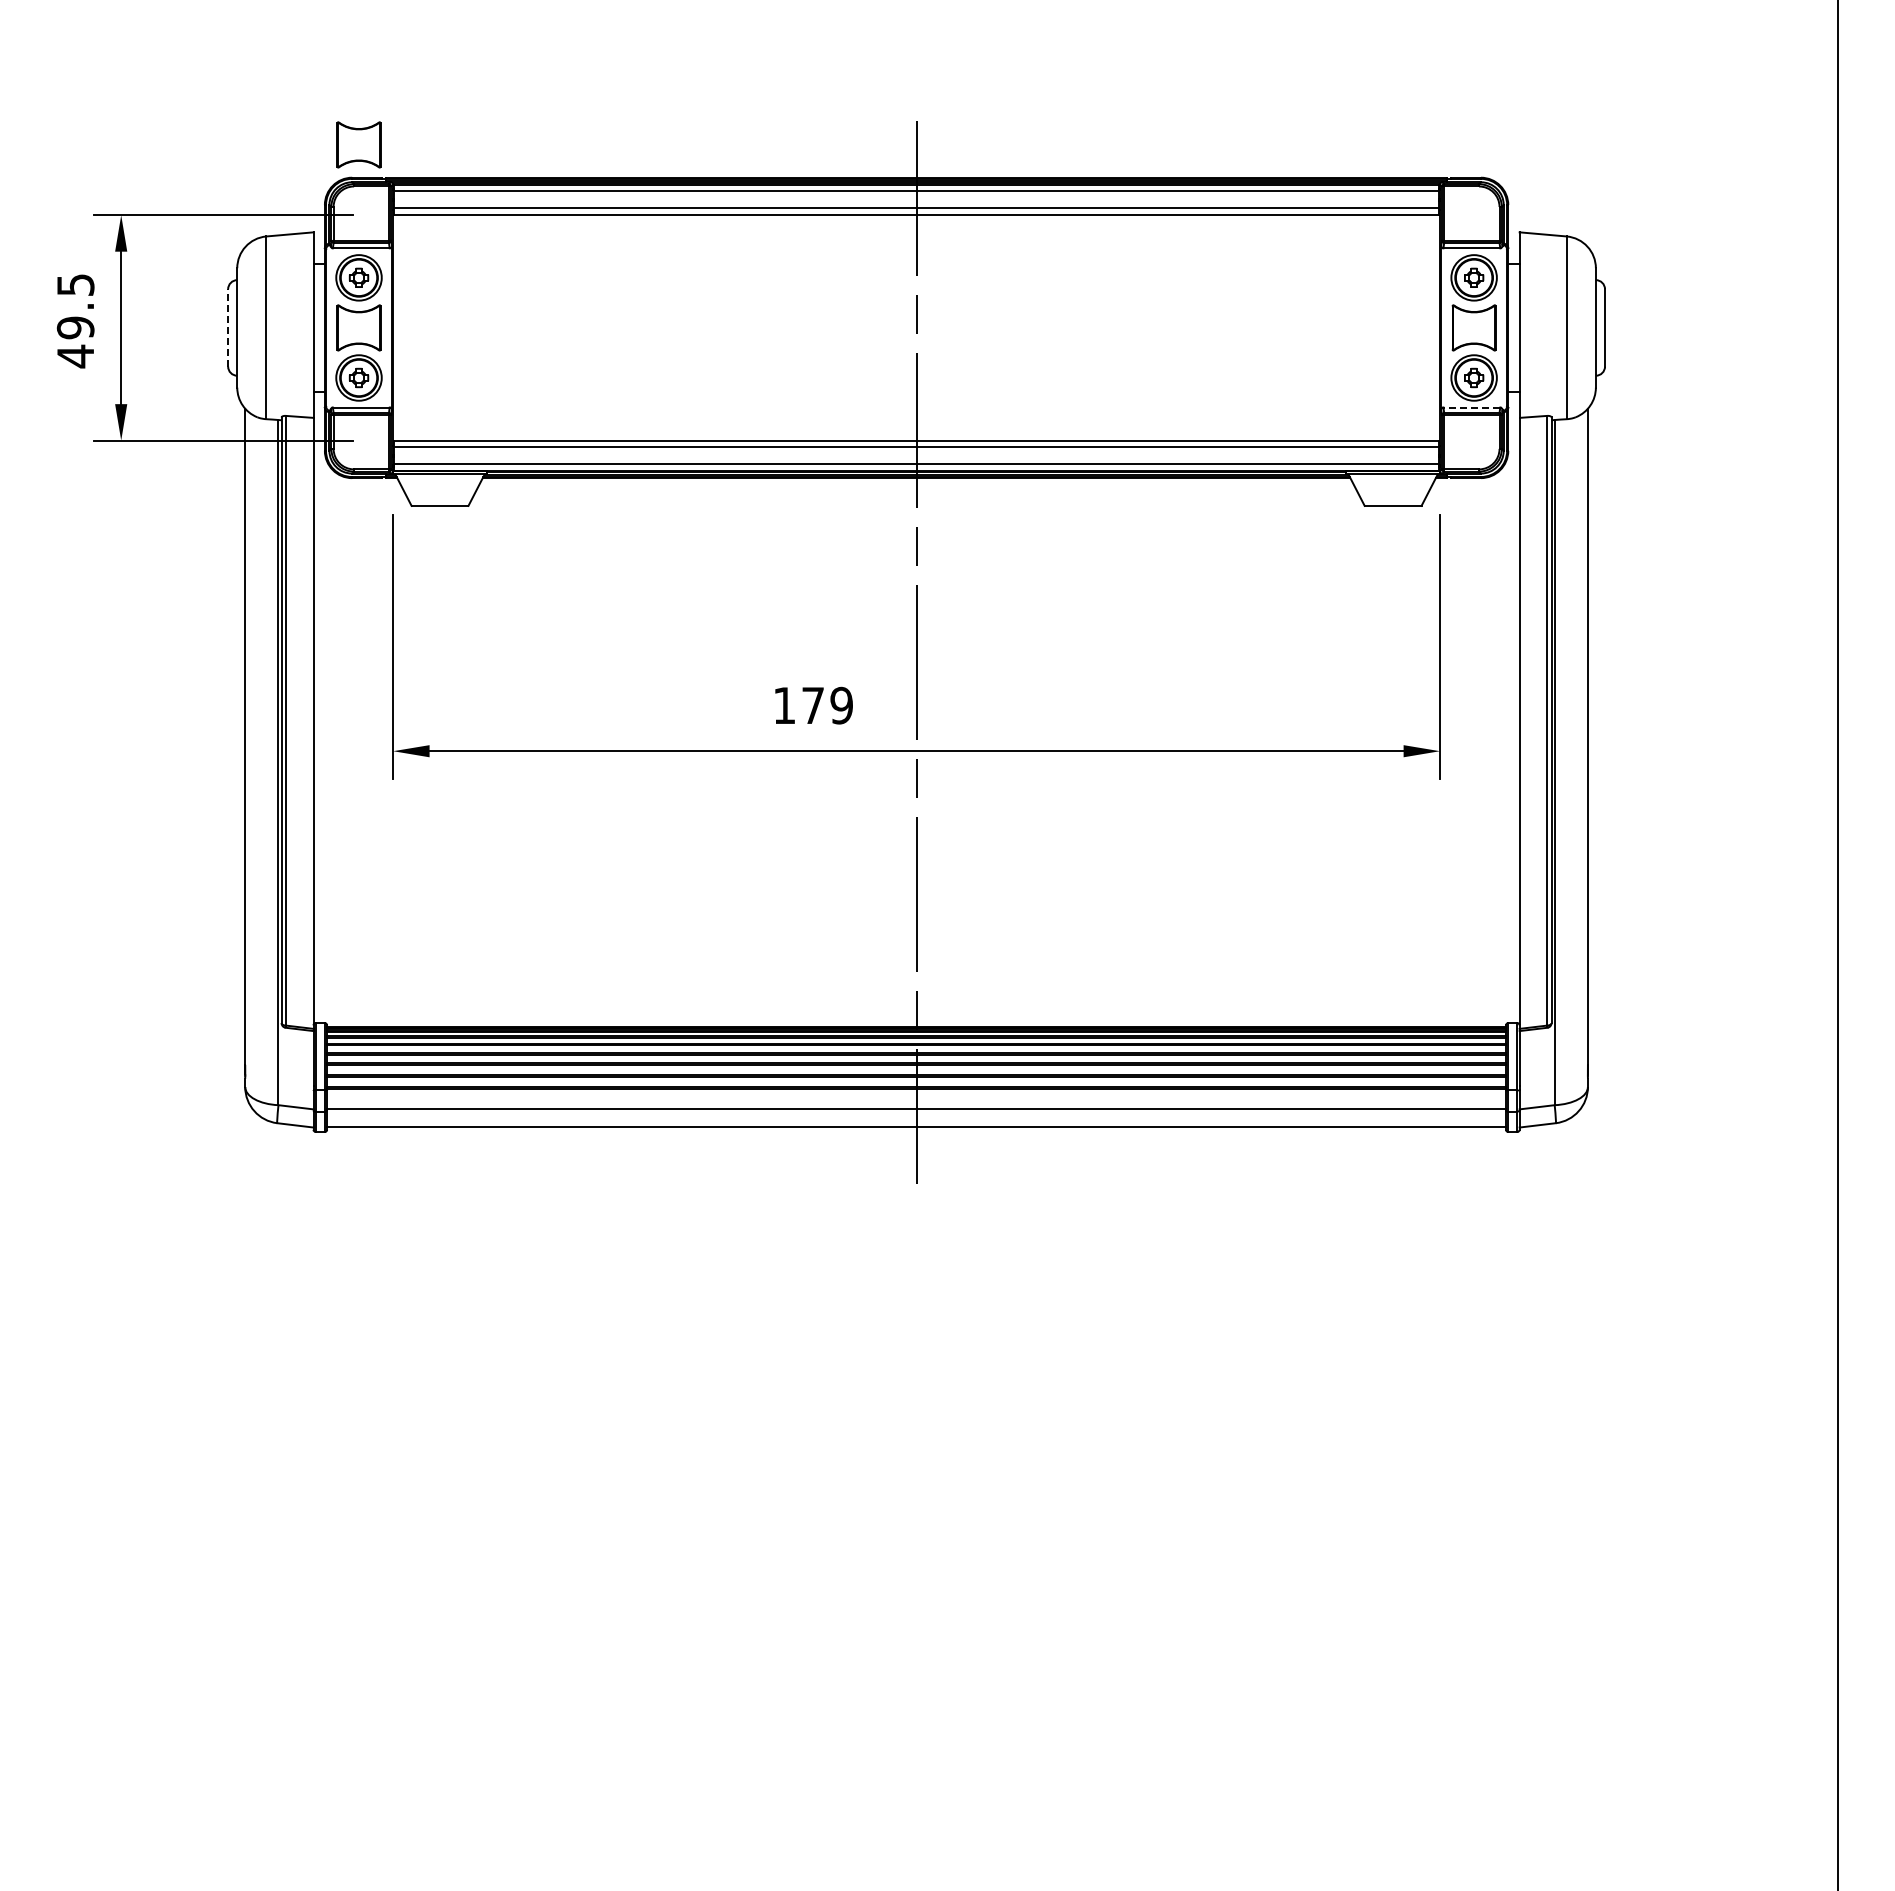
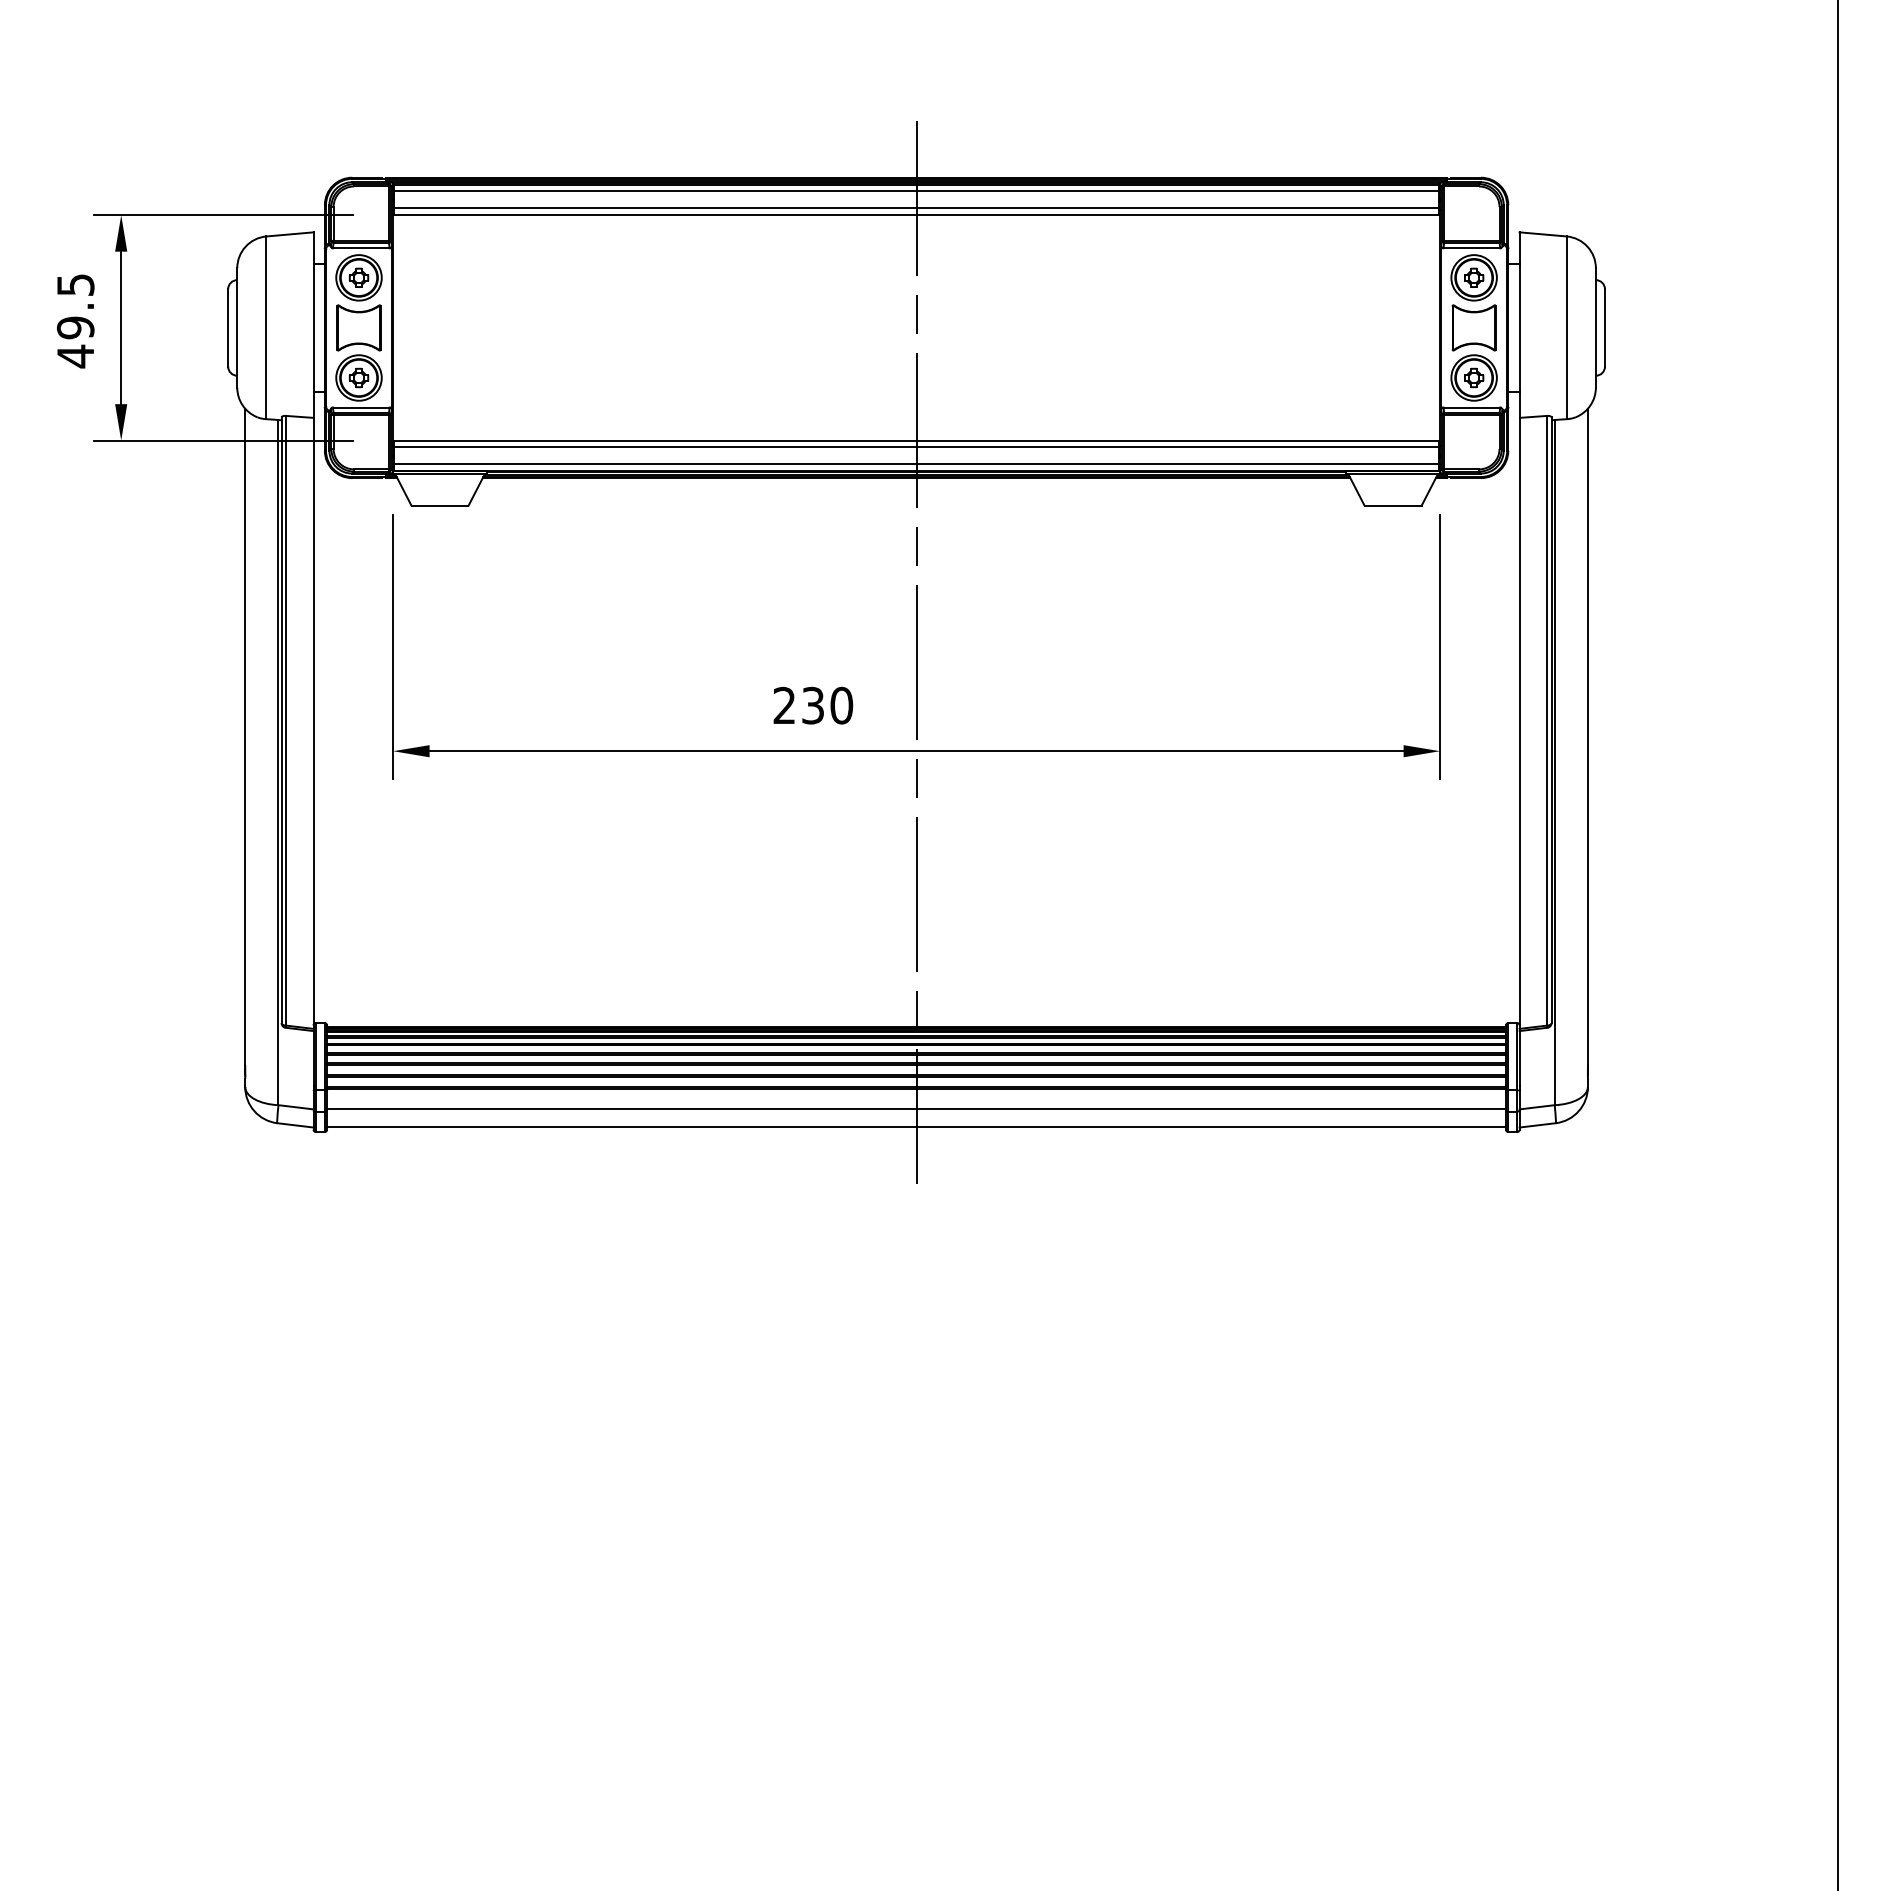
part at (358, 144): present -> none
line at (228, 327): dashed -> solid
line at (1471, 407): dashed -> solid
text at (813, 705): 179 -> 230
